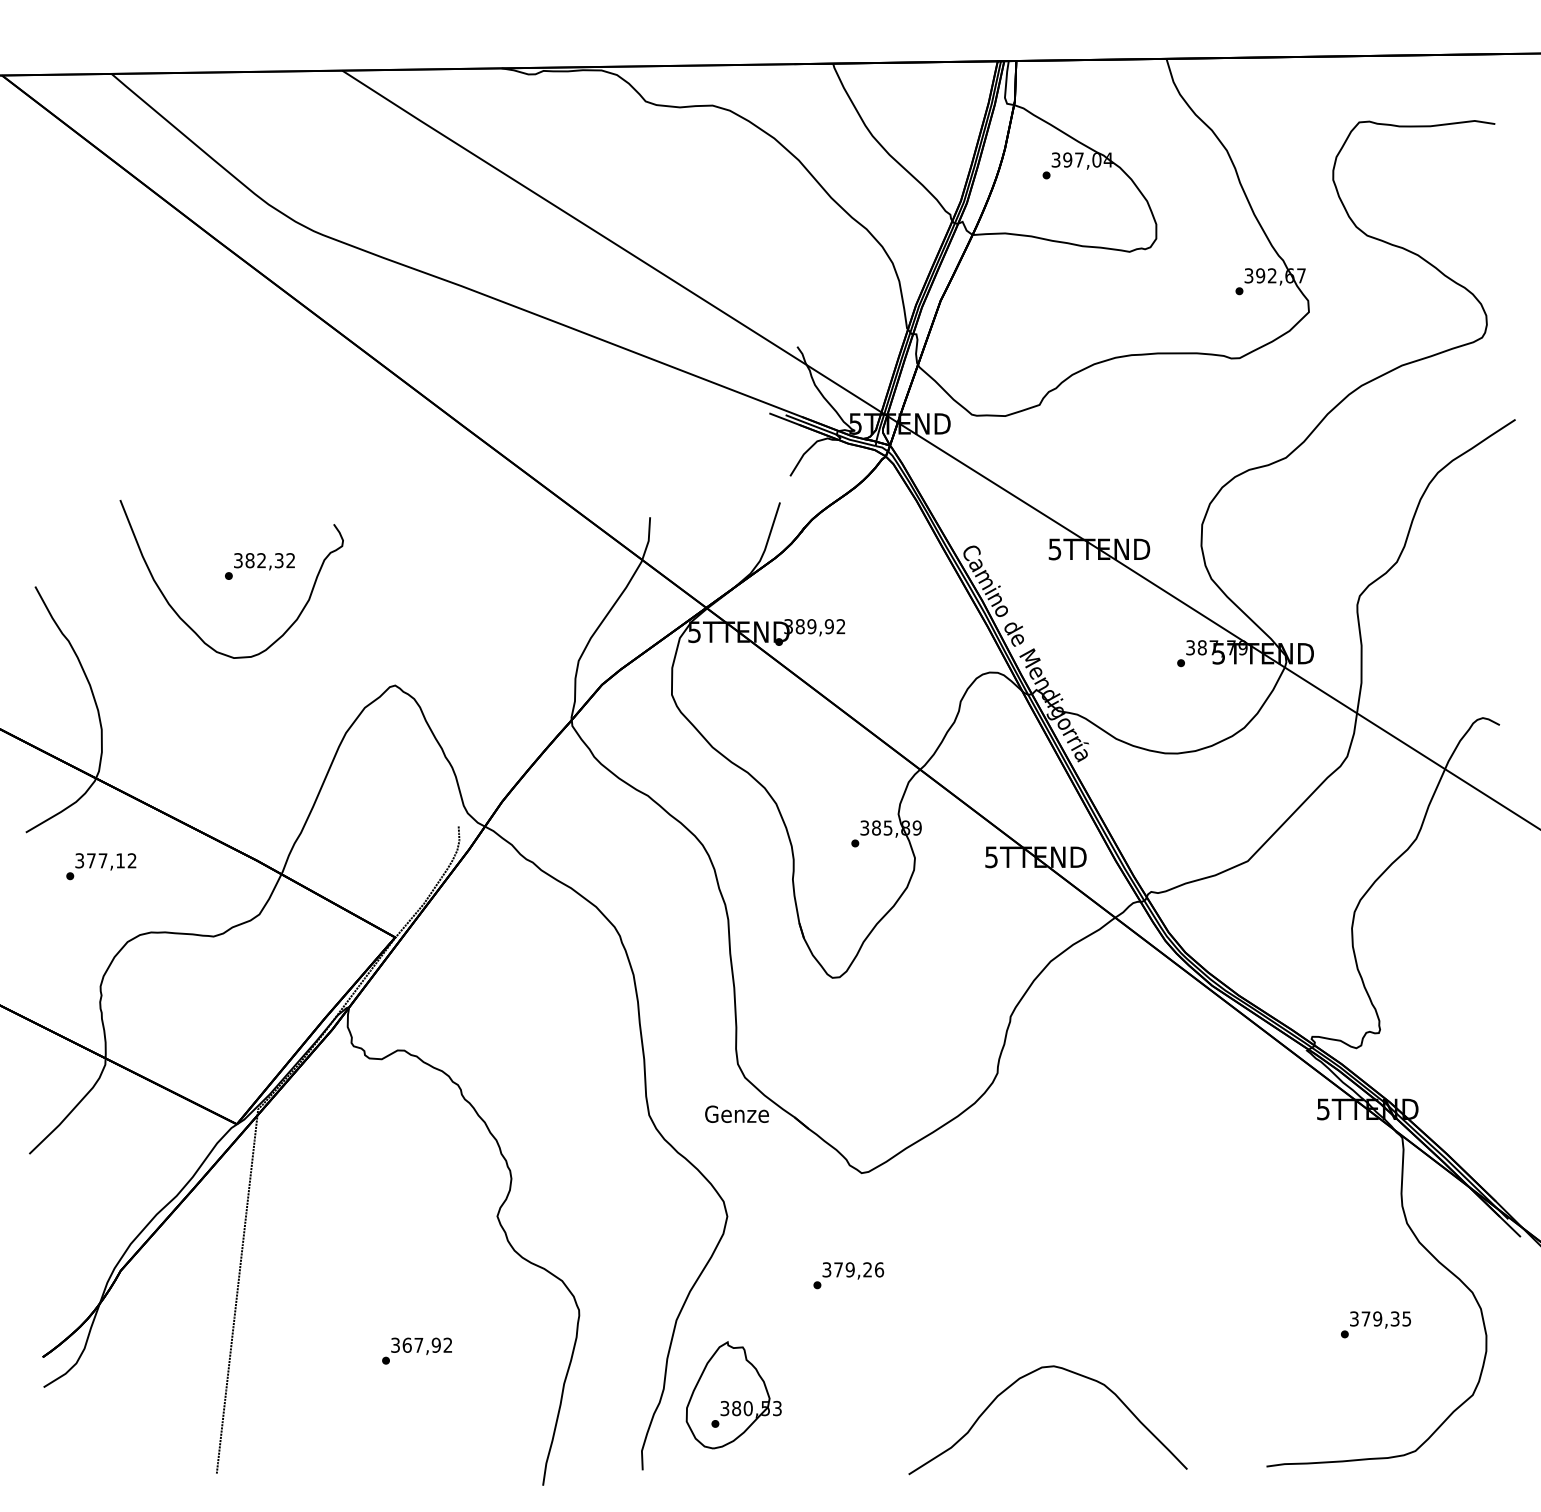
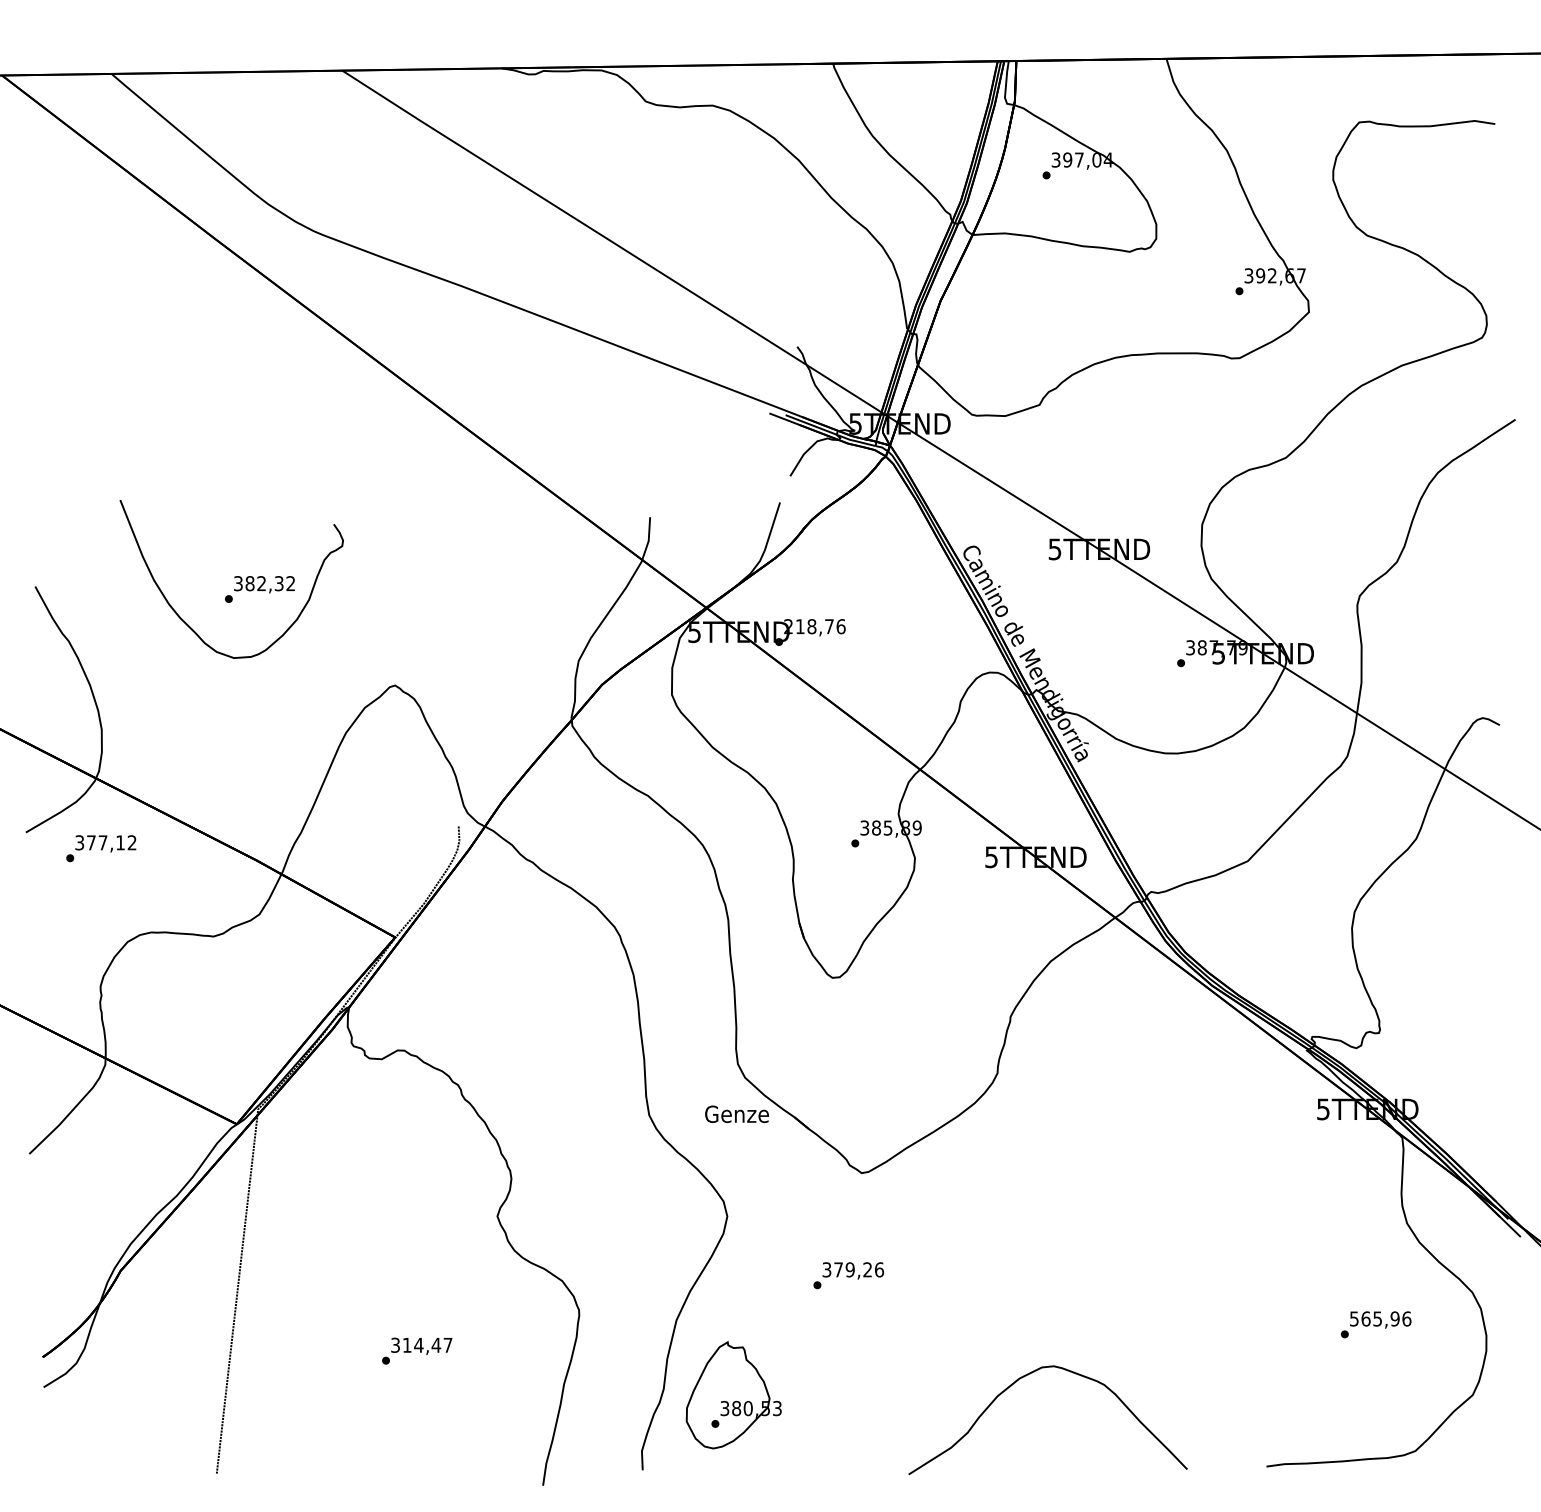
text at (259, 566) position: (259, 566) -> (259, 589)
text at (814, 626): 389,92 -> 218,76
text at (101, 866) position: (101, 866) -> (101, 848)
text at (1380, 1318): 379,35 -> 565,96
text at (427, 1344): 367,92 -> 314,47
